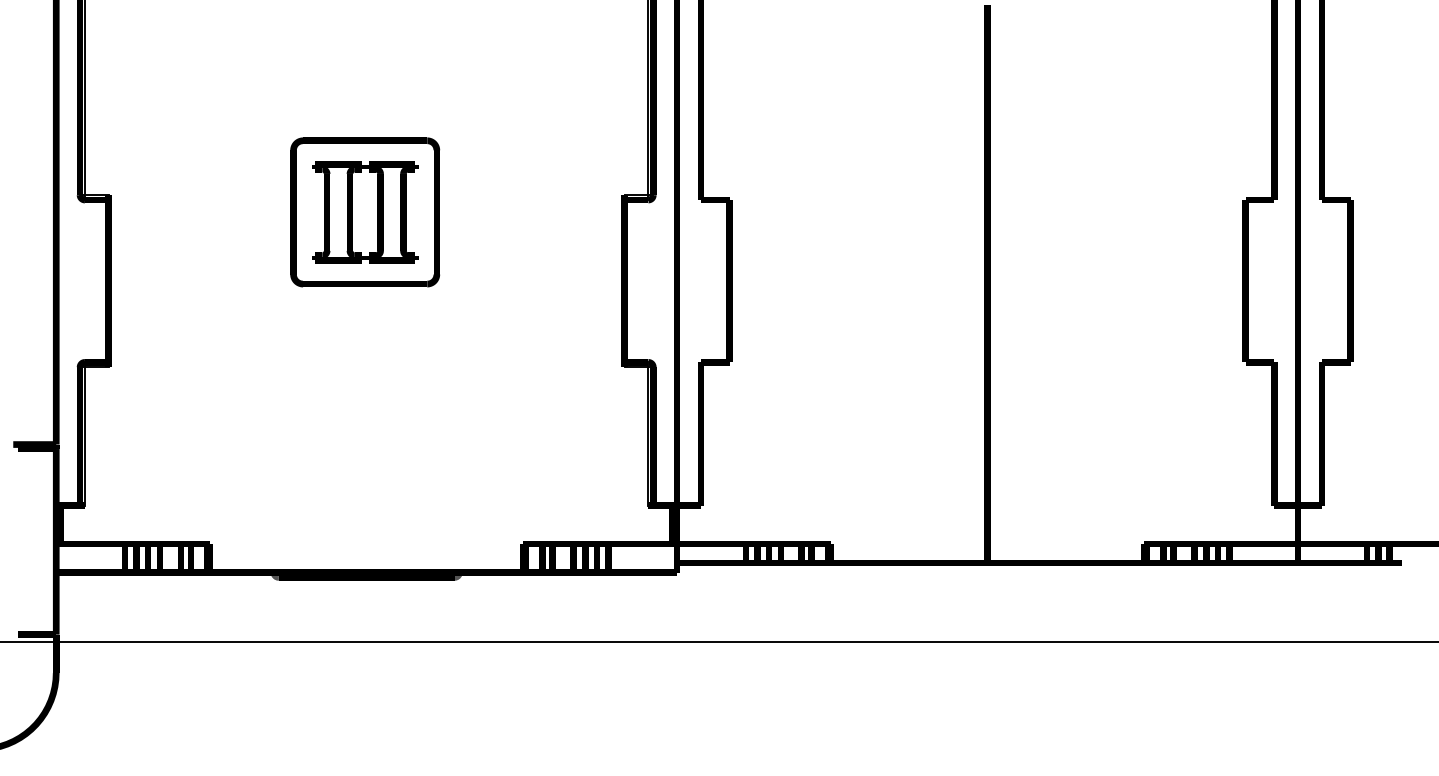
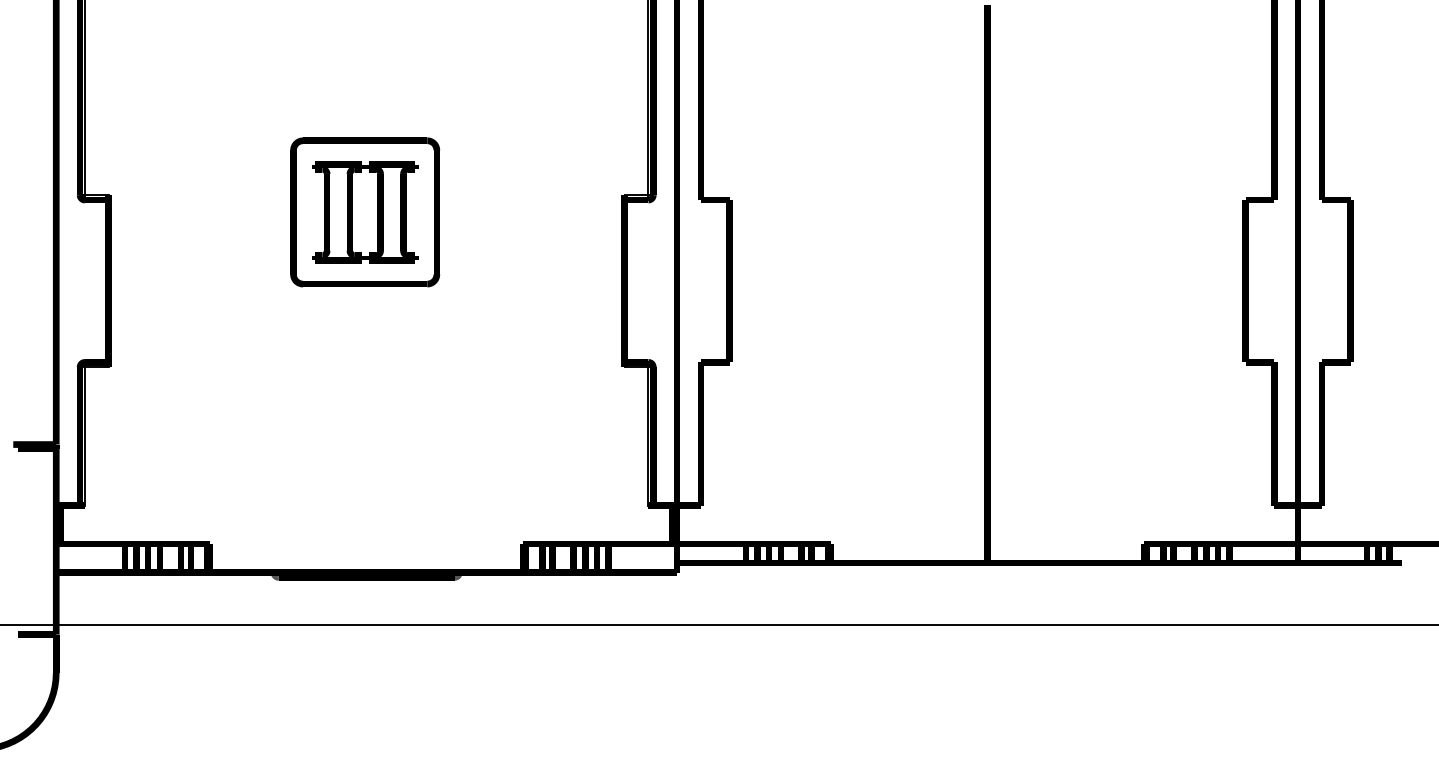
line at (718, 642) position: (718, 642) -> (718, 625)
